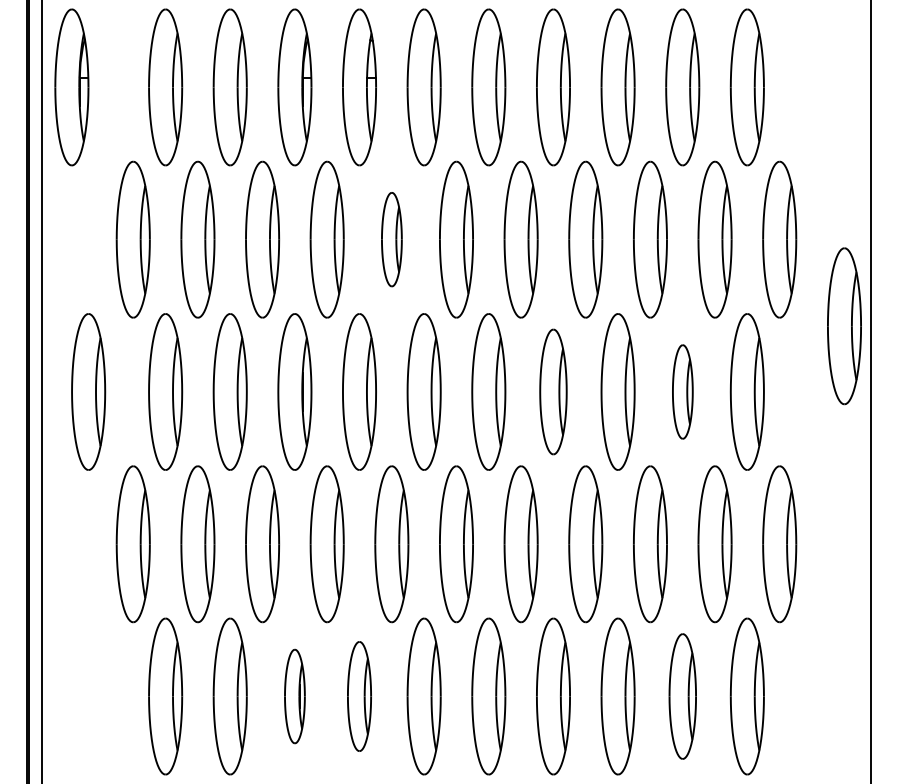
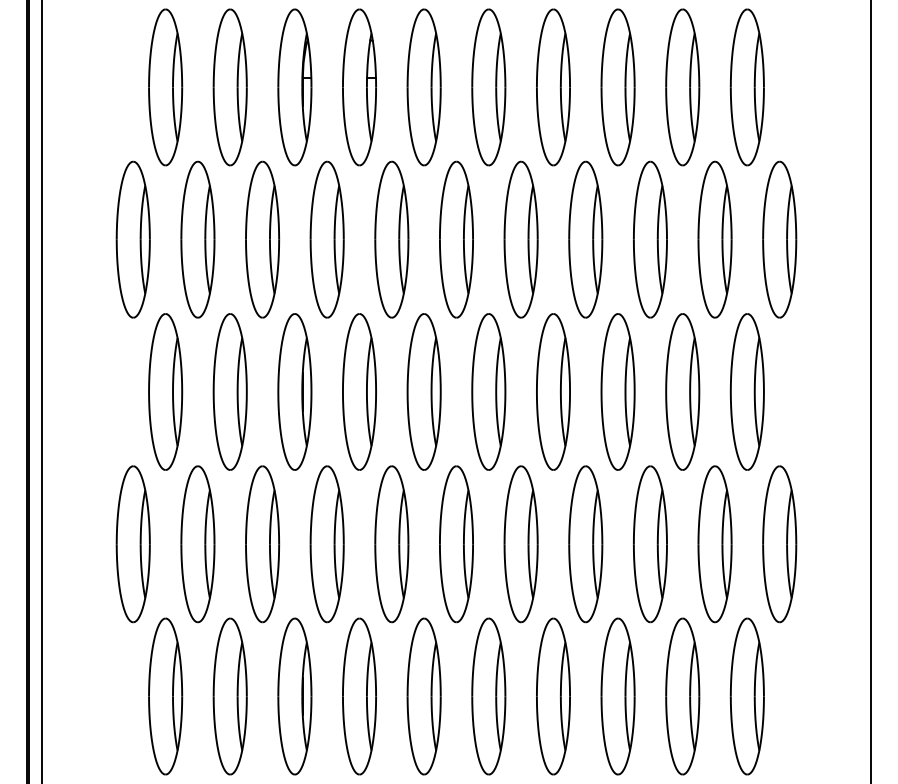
part at (71, 87): present -> none
part at (391, 239) size: 22x96 px -> 36x159 px
part at (844, 326): present -> none
part at (88, 391): present -> none
part at (553, 391) size: 29x128 px -> 35x158 px
part at (682, 391) size: 22x96 px -> 36x158 px
part at (294, 696) size: 22x97 px -> 36x159 px
part at (359, 696) size: 25x111 px -> 35x159 px
part at (682, 696) size: 29x127 px -> 36x159 px
